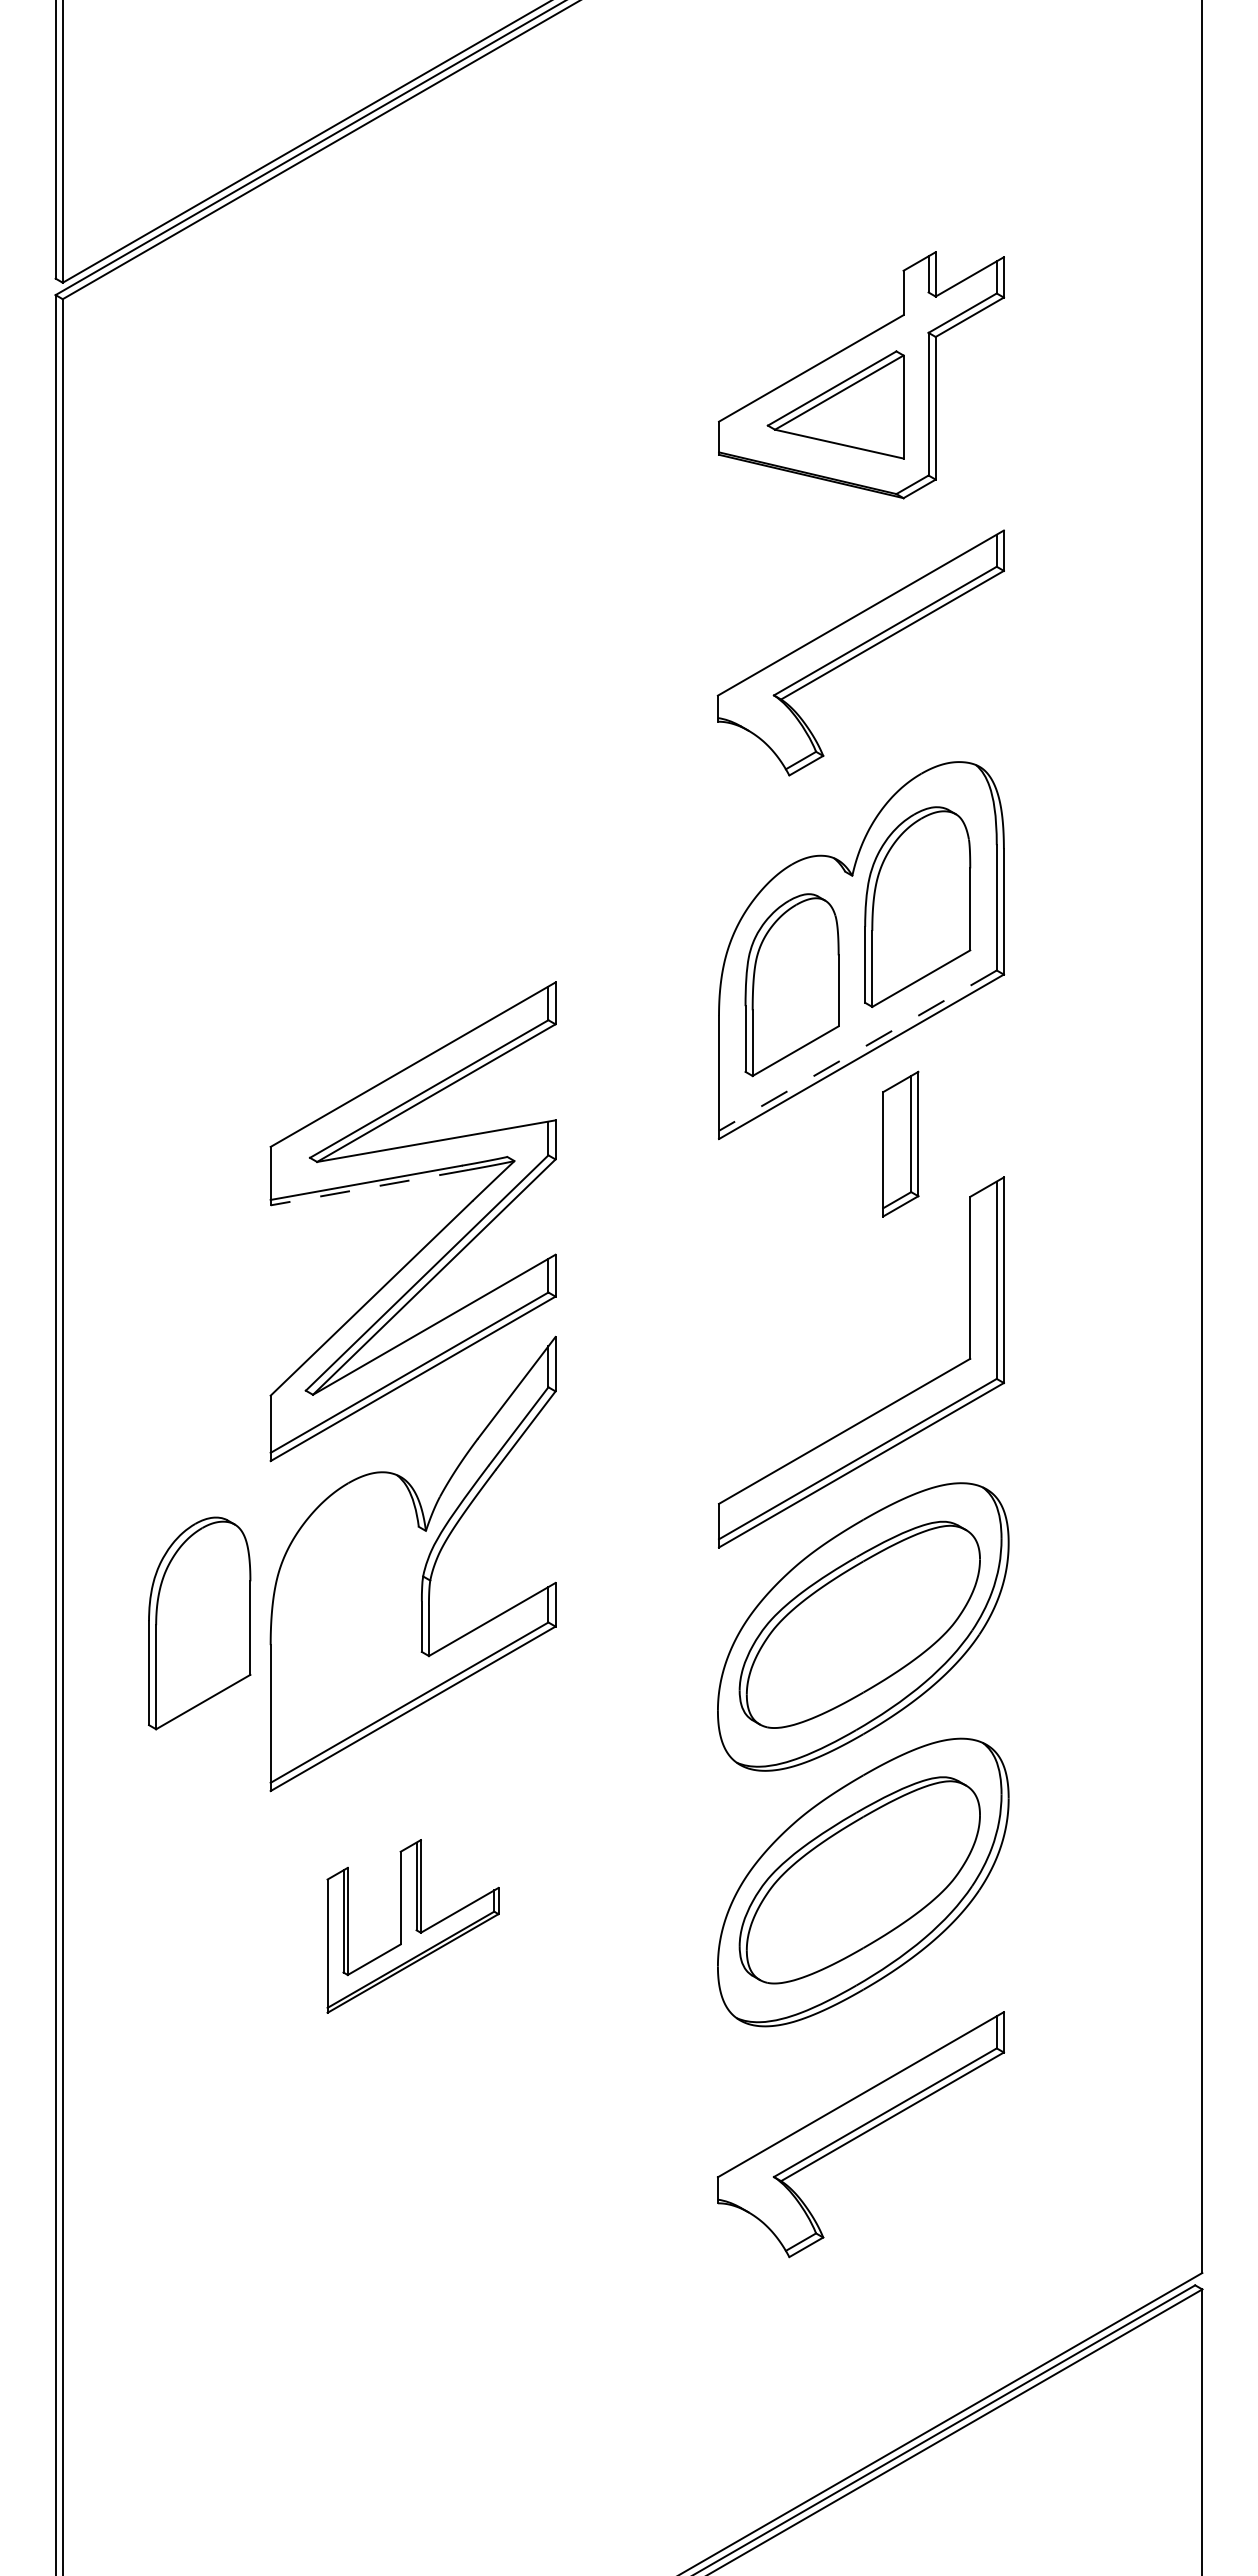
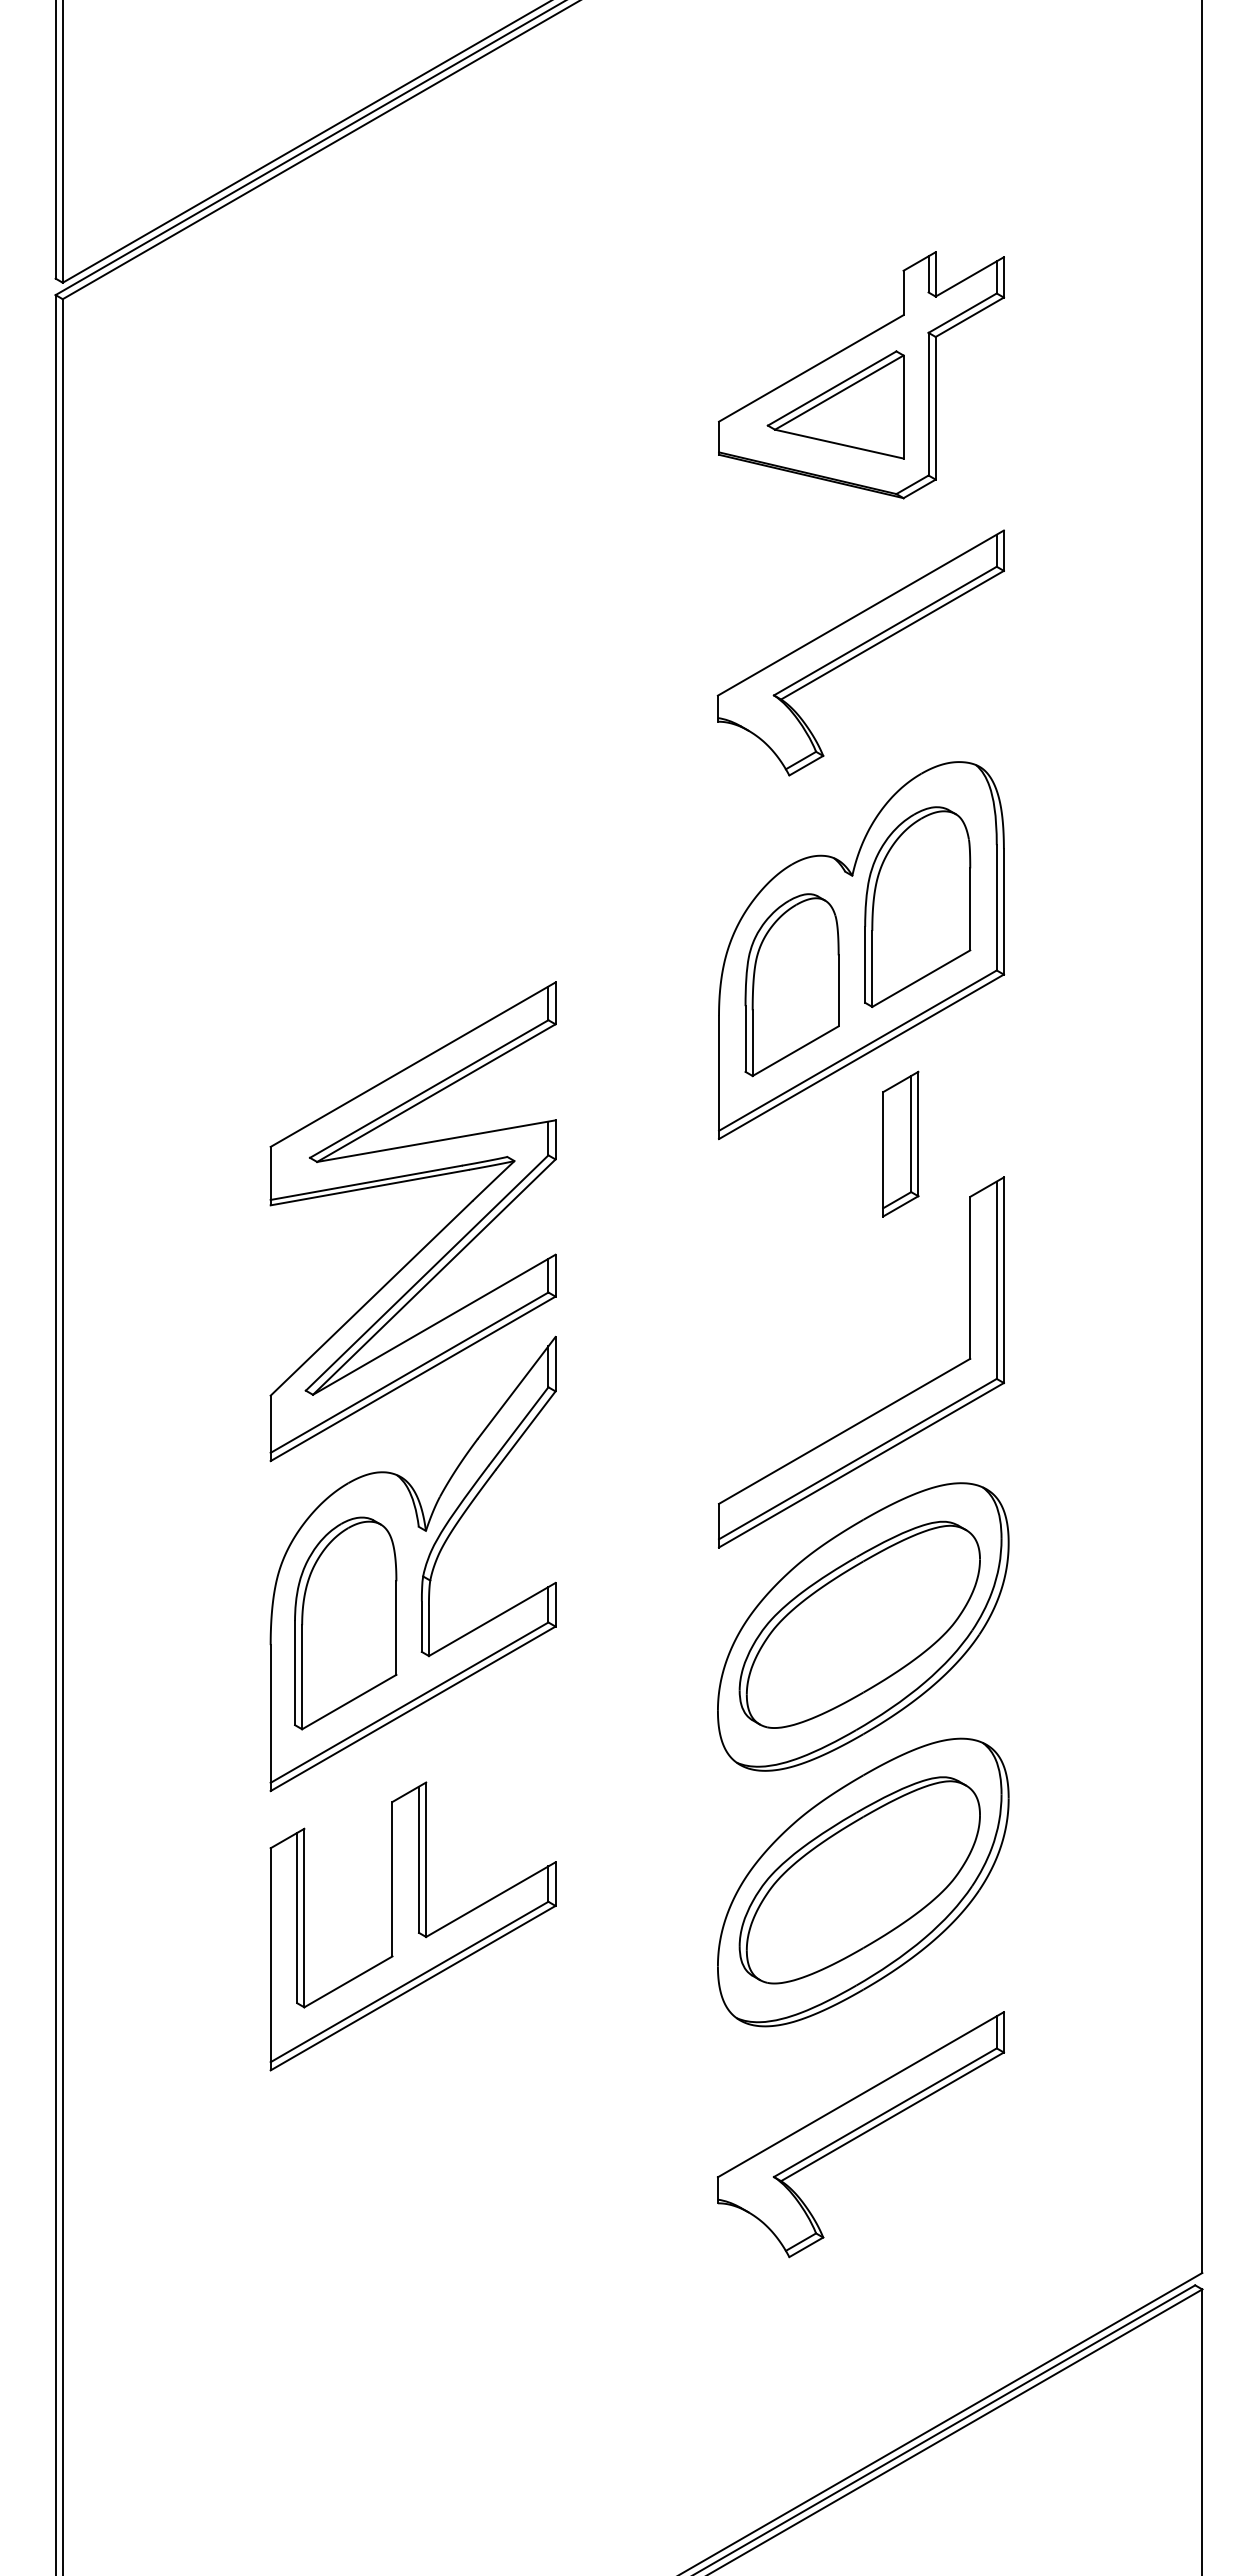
line at (857, 1050): dashed -> solid
line at (369, 1187): dashed -> solid
part at (199, 1623) position: (199, 1623) -> (345, 1623)
part at (412, 1926) size: 174x175 px -> 288x291 px
